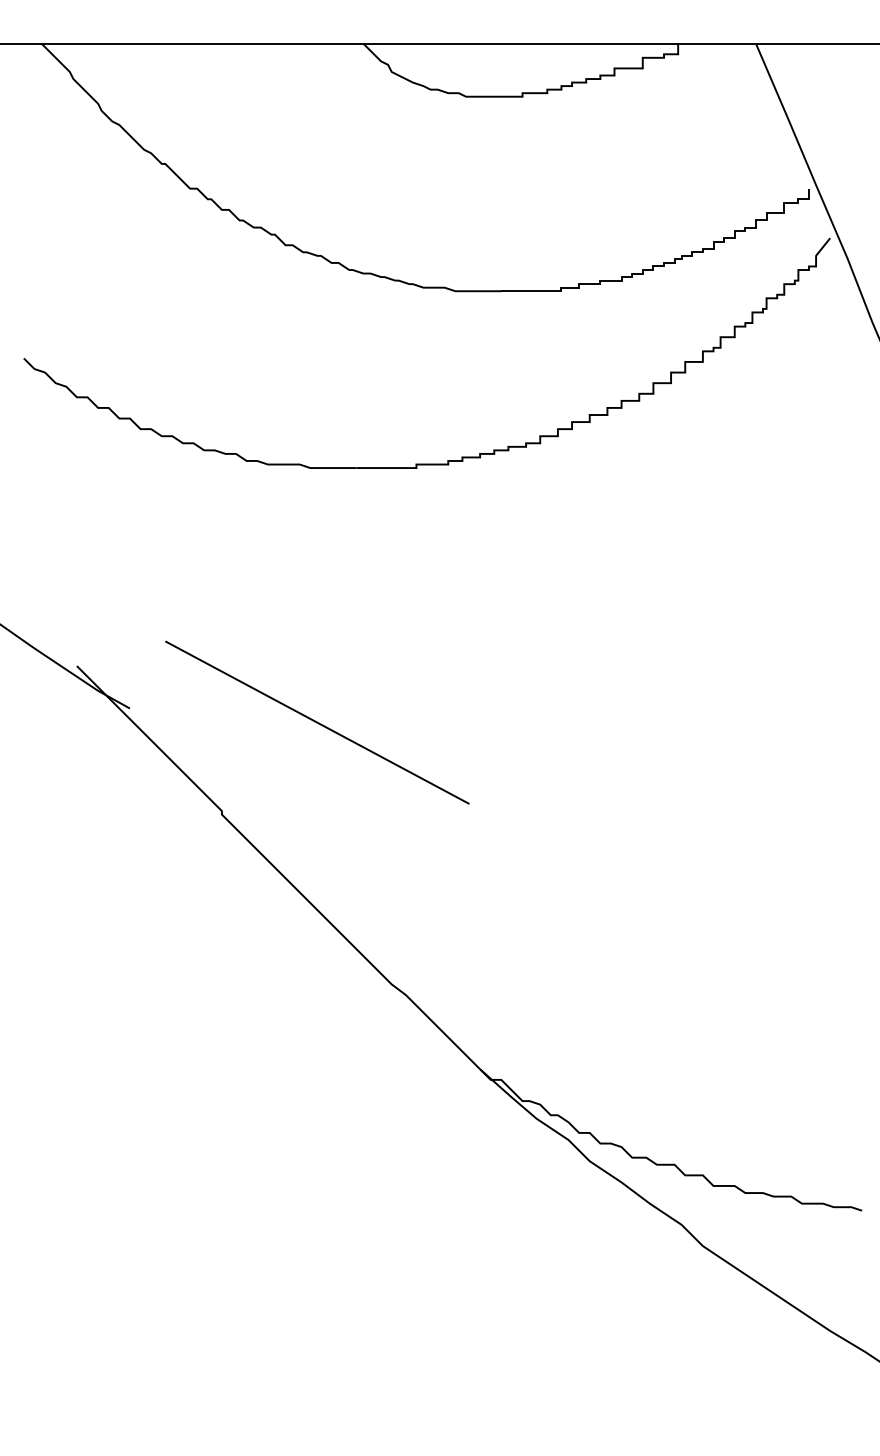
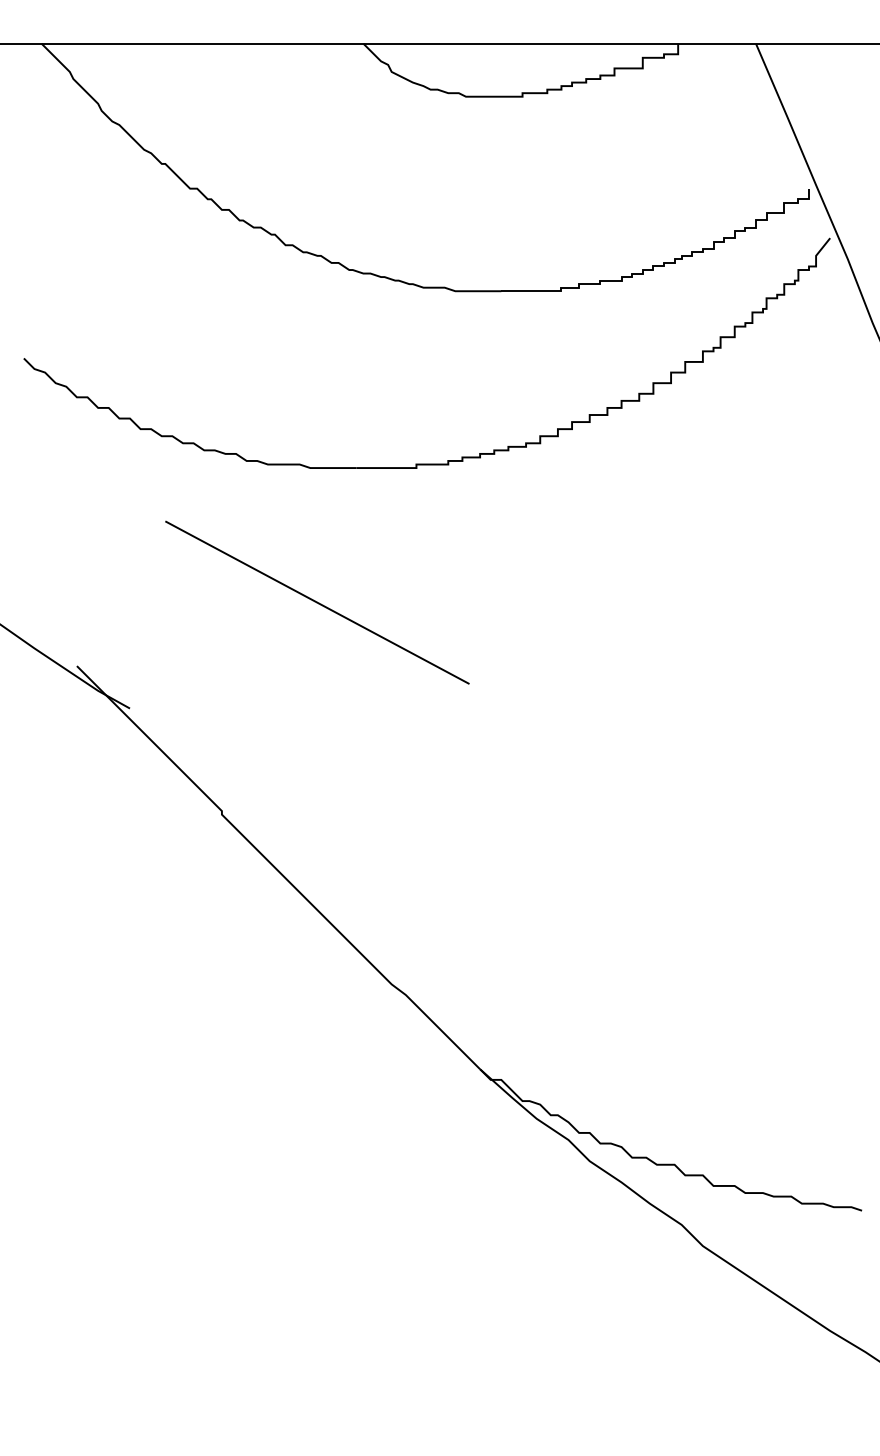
line at (317, 722) position: (317, 722) -> (317, 602)
